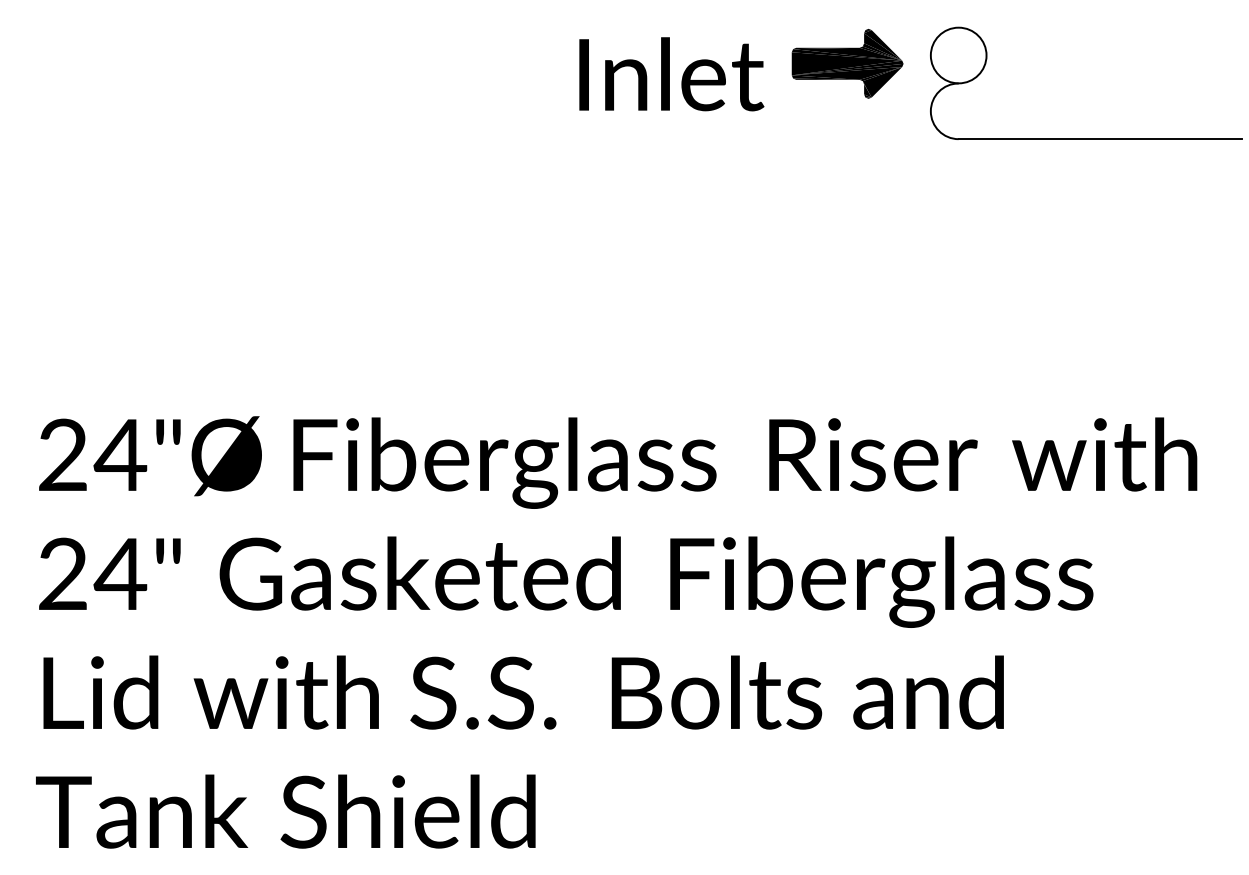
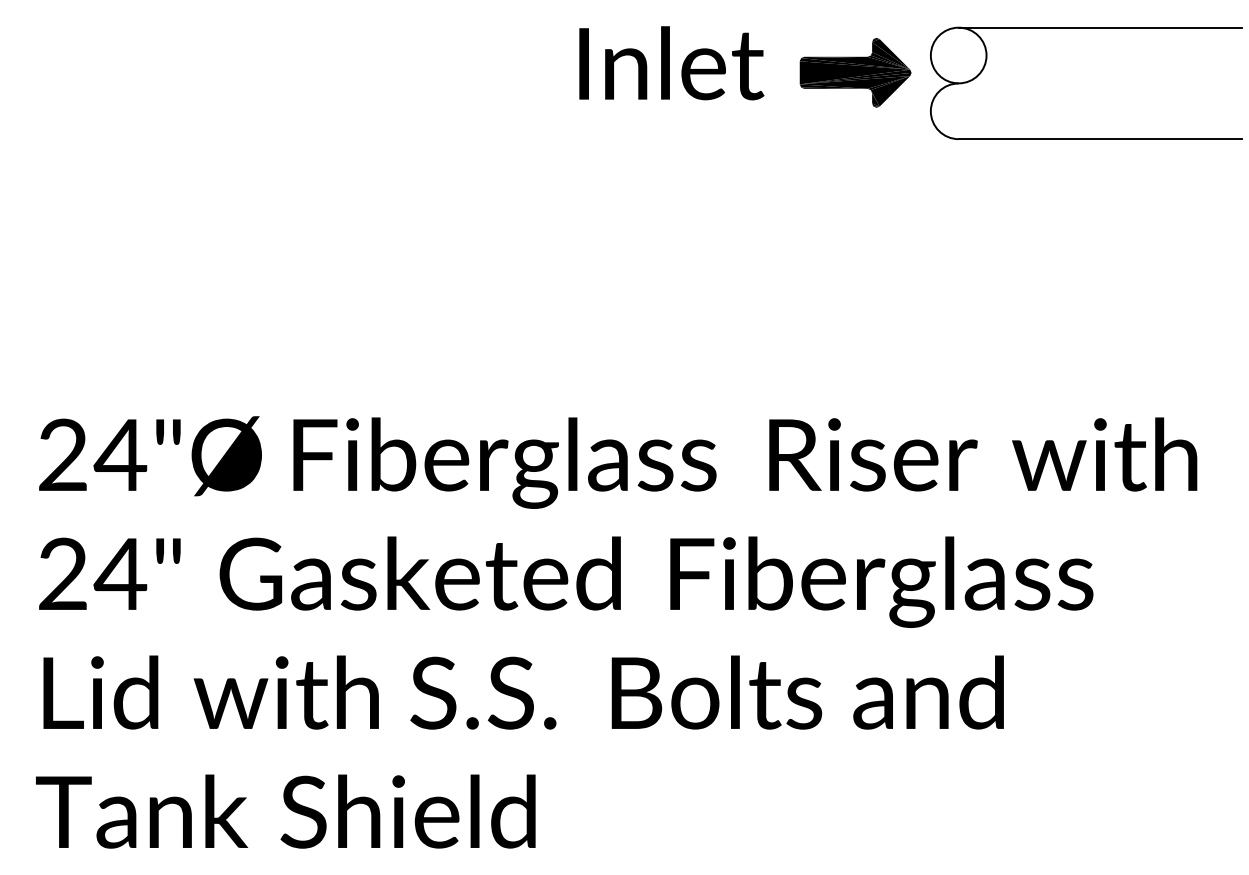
line at (1099, 27): none -> present
part at (847, 63) position: (847, 63) -> (855, 72)
text at (671, 74) position: (671, 74) -> (671, 63)
